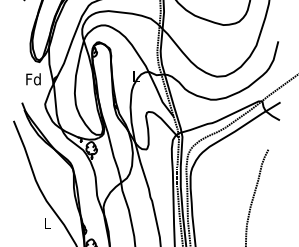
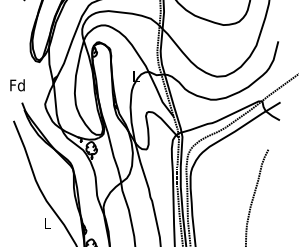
text at (33, 79) position: (33, 79) -> (17, 85)
